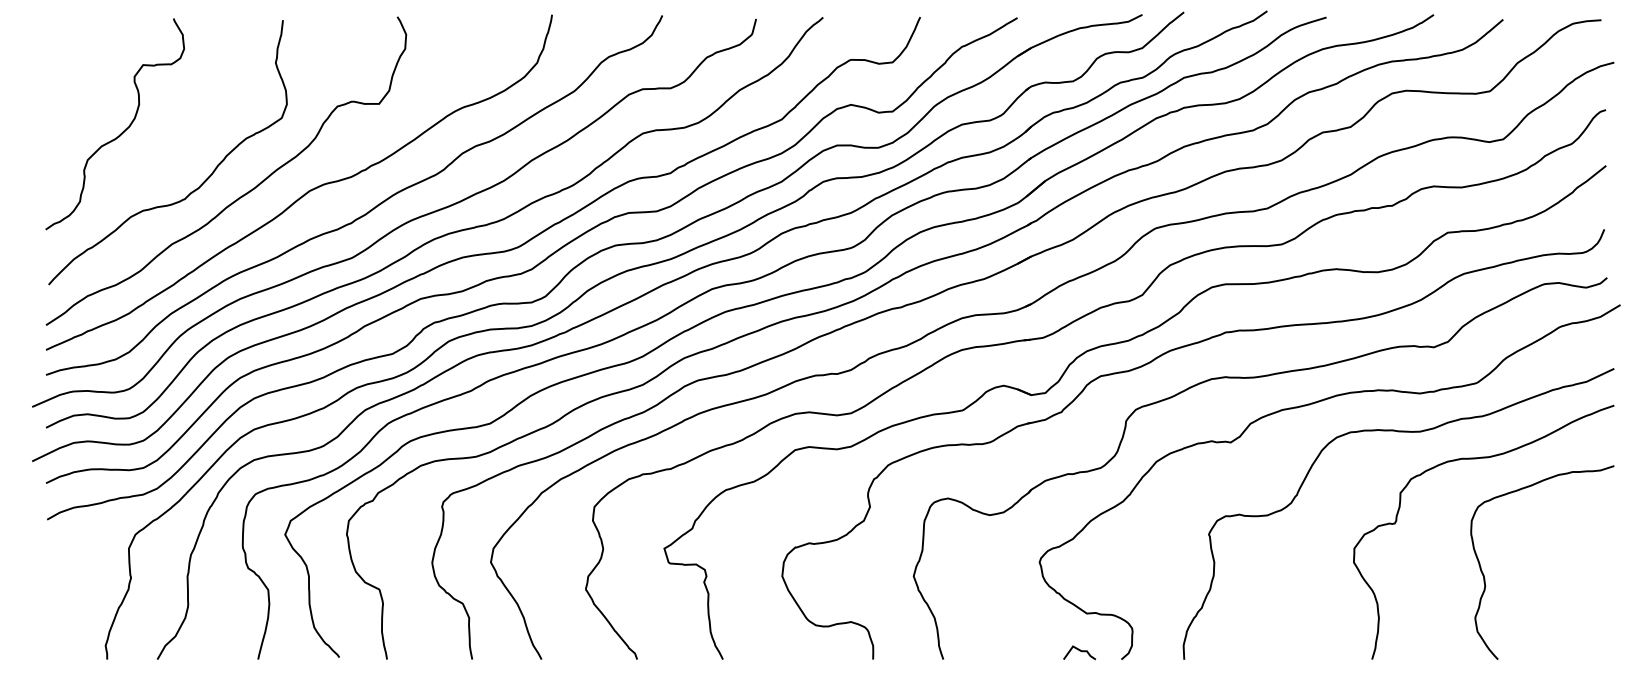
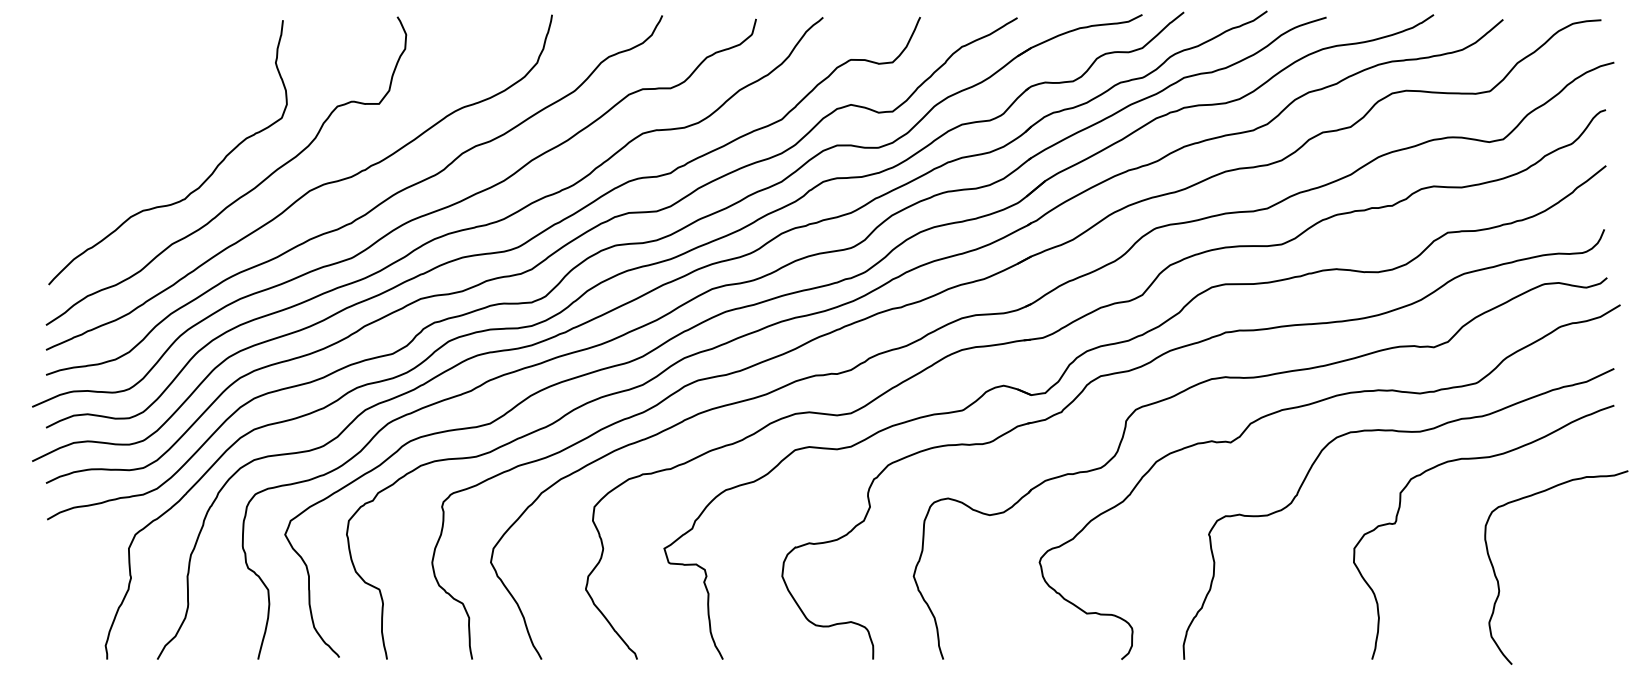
curve at (122, 131): present -> none
curve at (1485, 578) position: (1485, 578) -> (1499, 583)
curve at (1079, 651): present -> none
